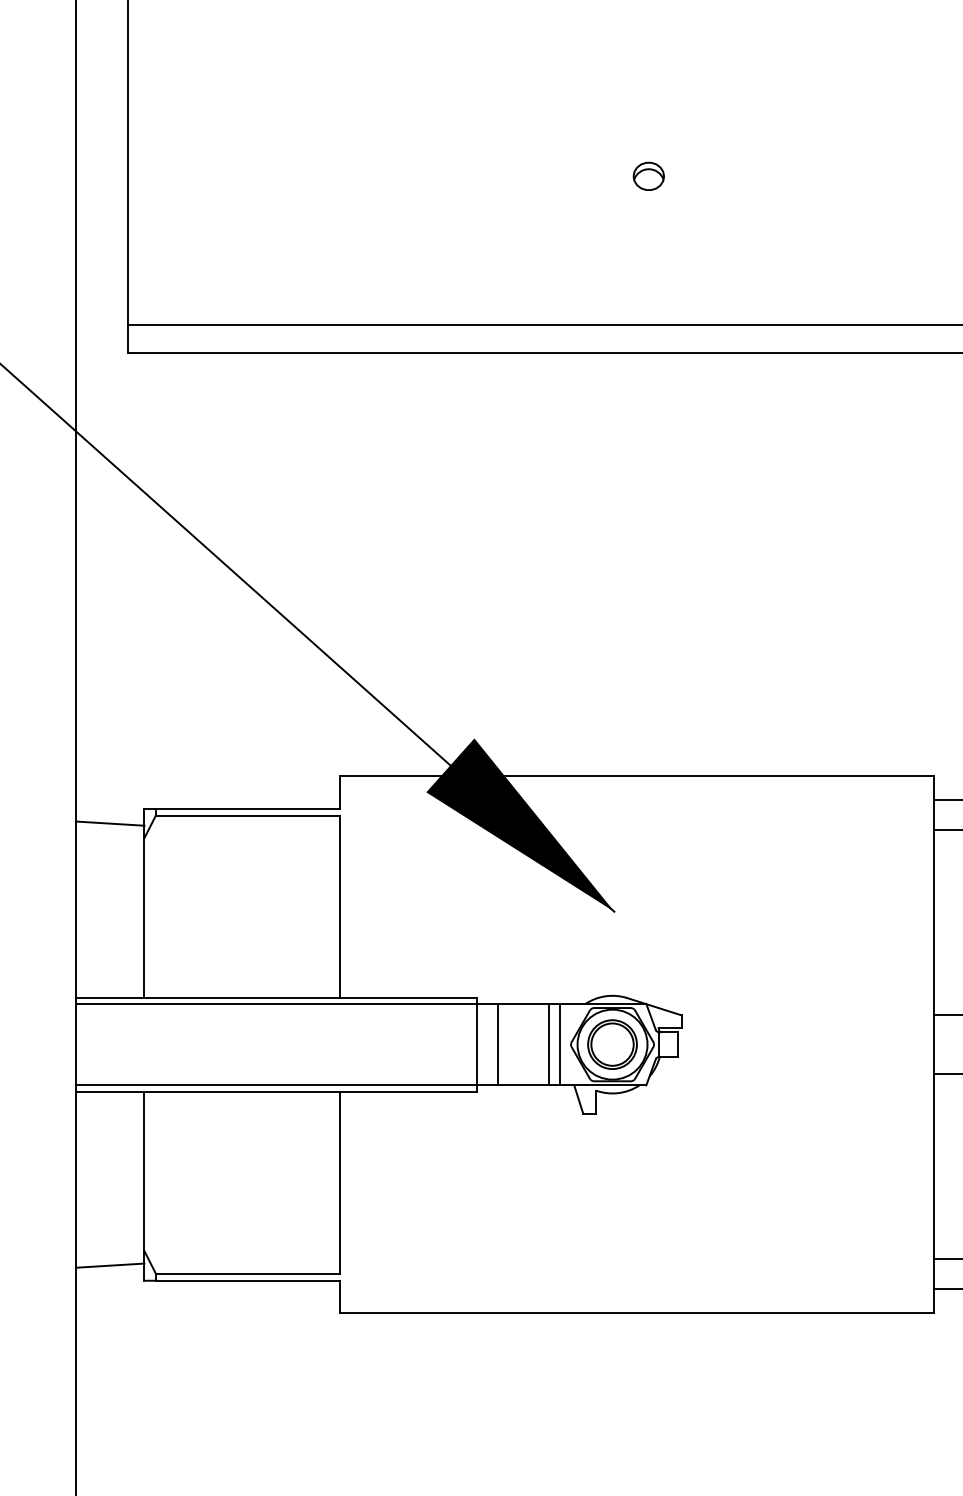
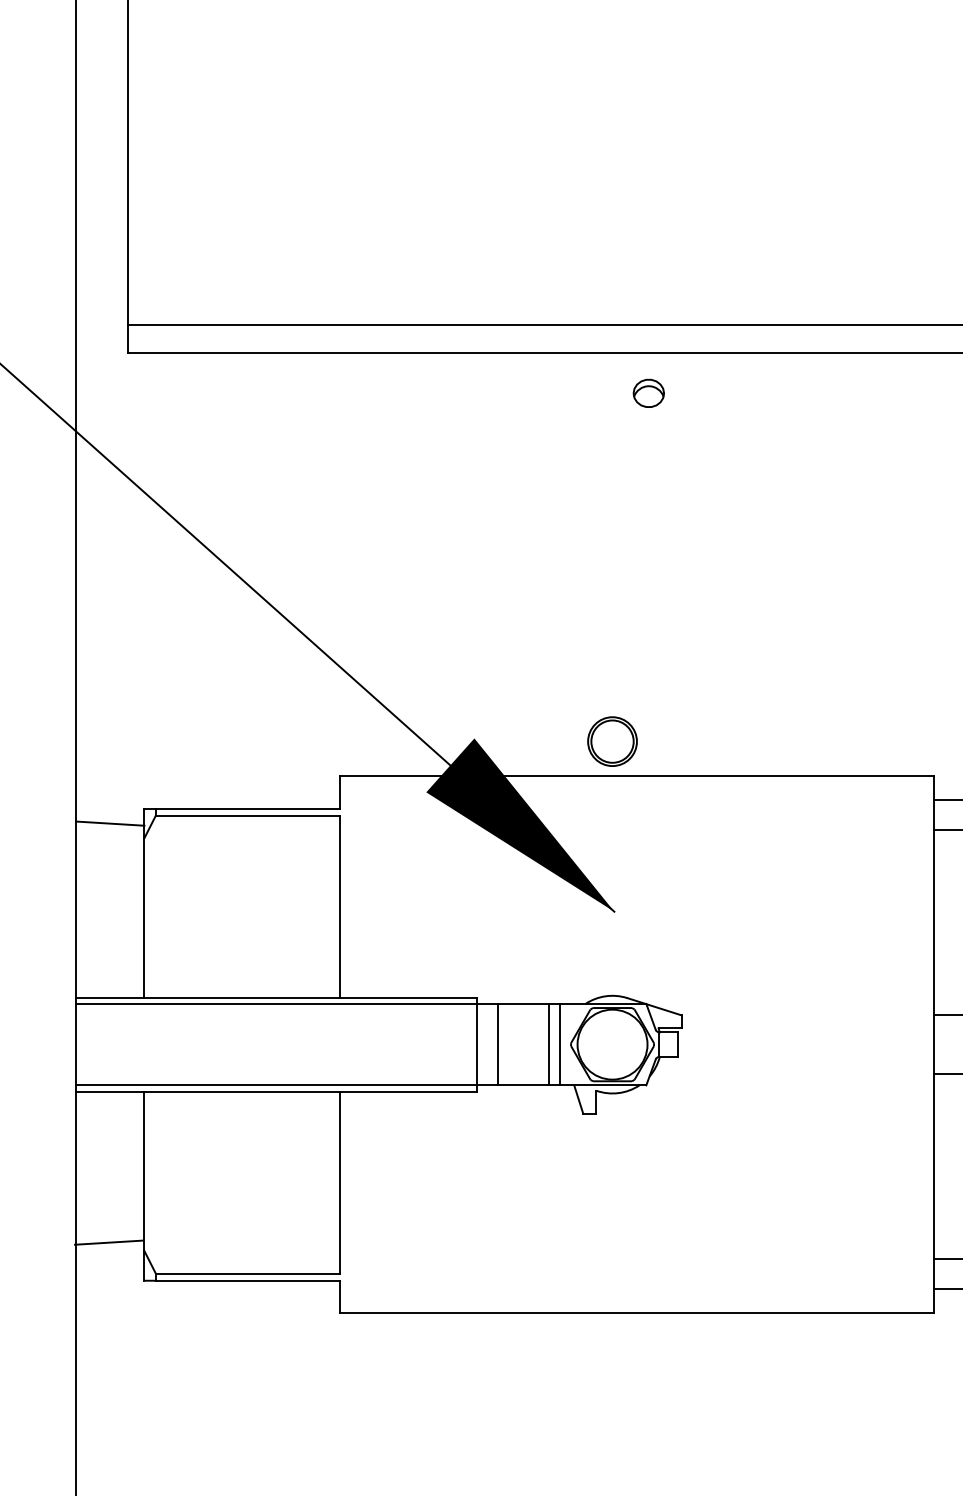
part at (648, 175) position: (648, 175) -> (648, 392)
part at (612, 1044) position: (612, 1044) -> (612, 741)
line at (110, 1265) position: (110, 1265) -> (109, 1242)
